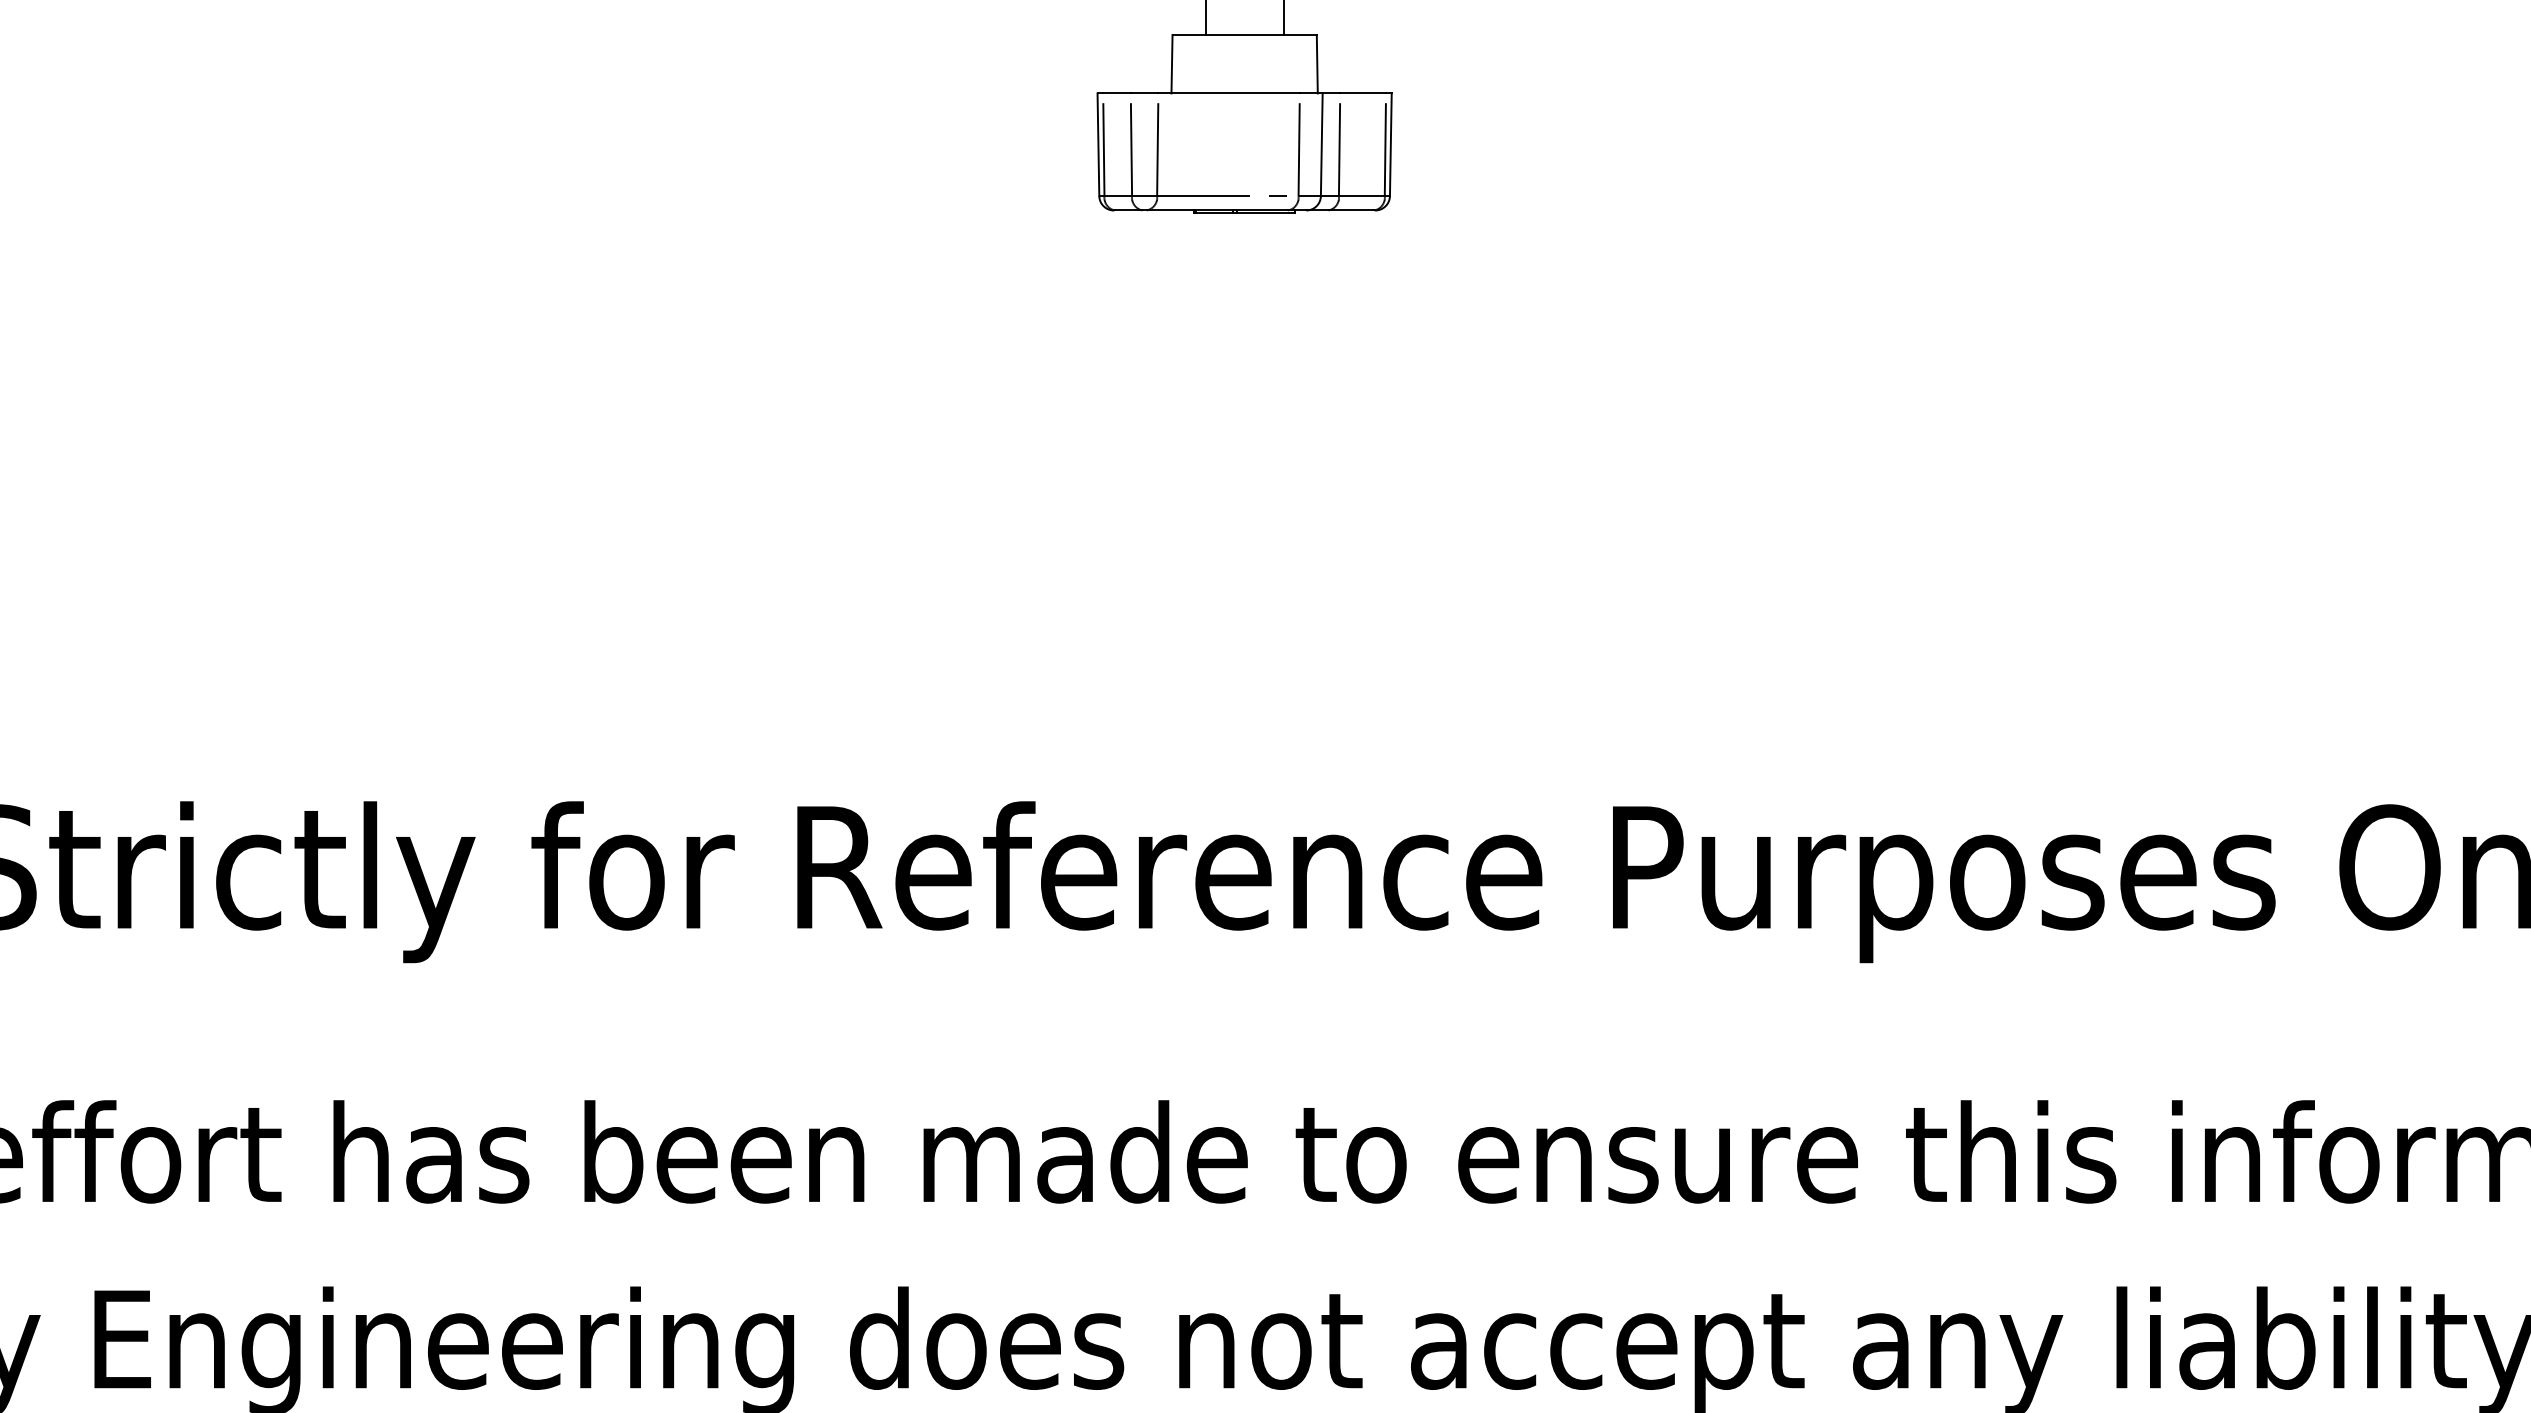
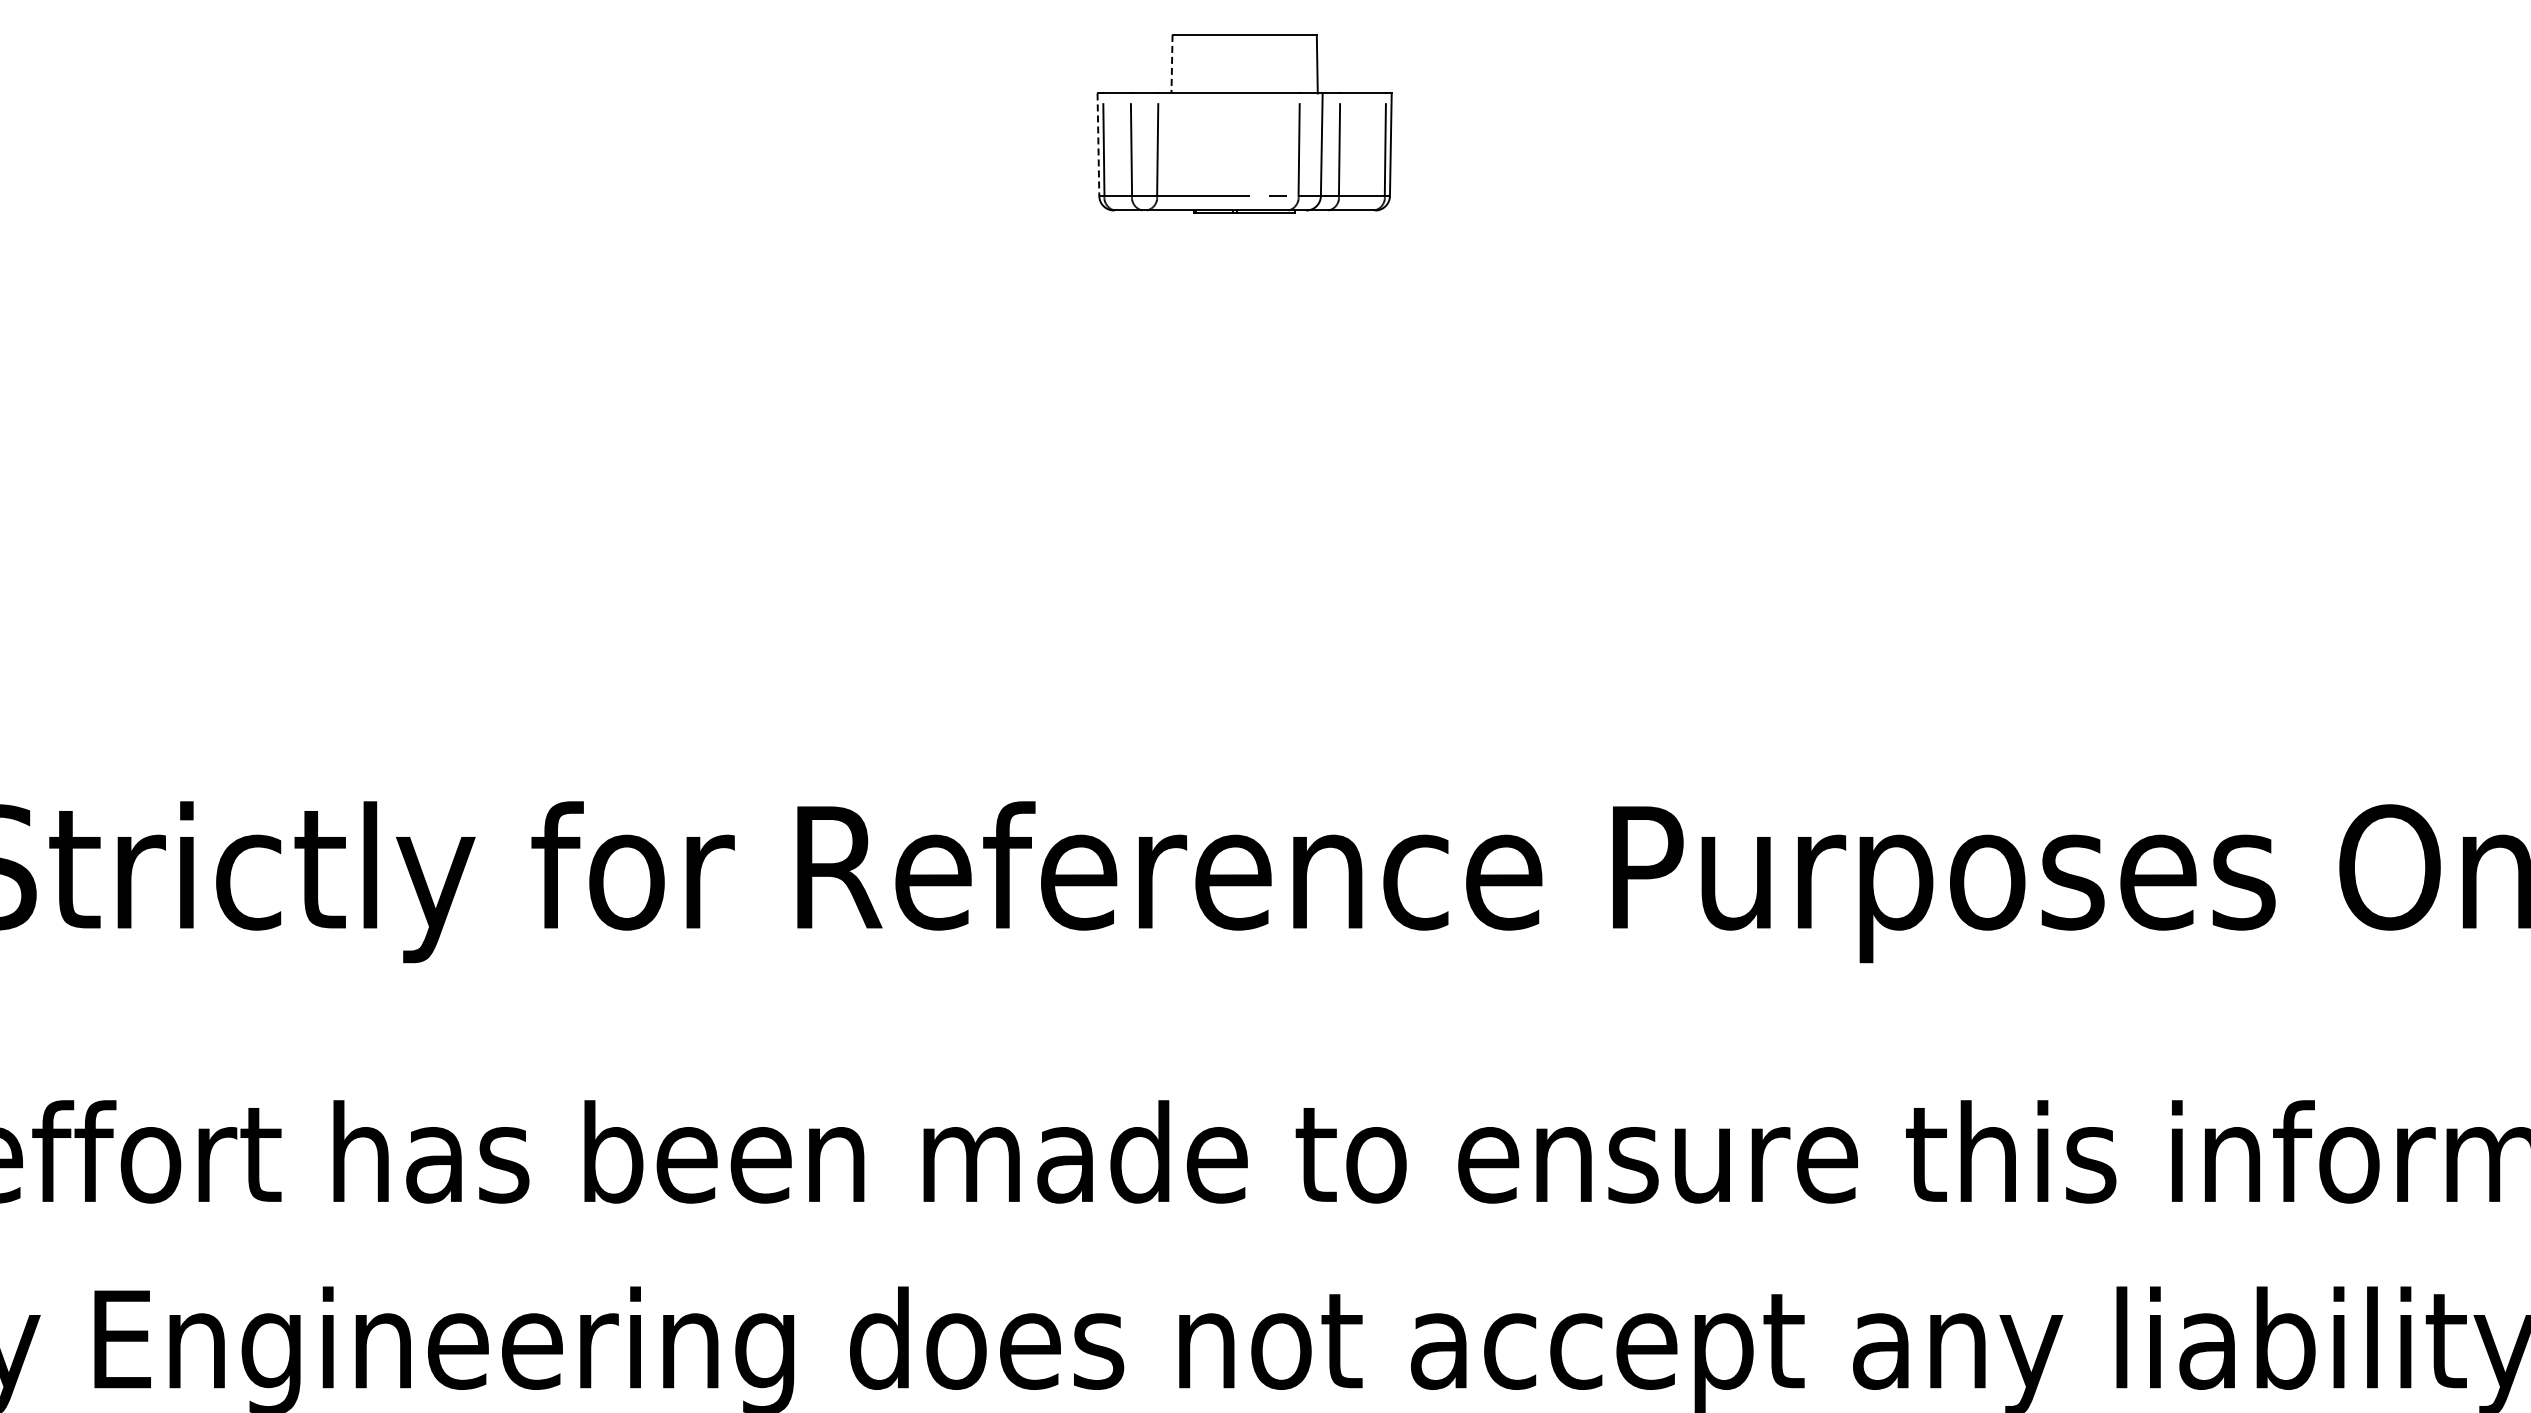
line at (1205, 18): present -> none
line at (1283, 18): present -> none
line at (1172, 64): solid -> dashed
line at (1098, 145): solid -> dashed
